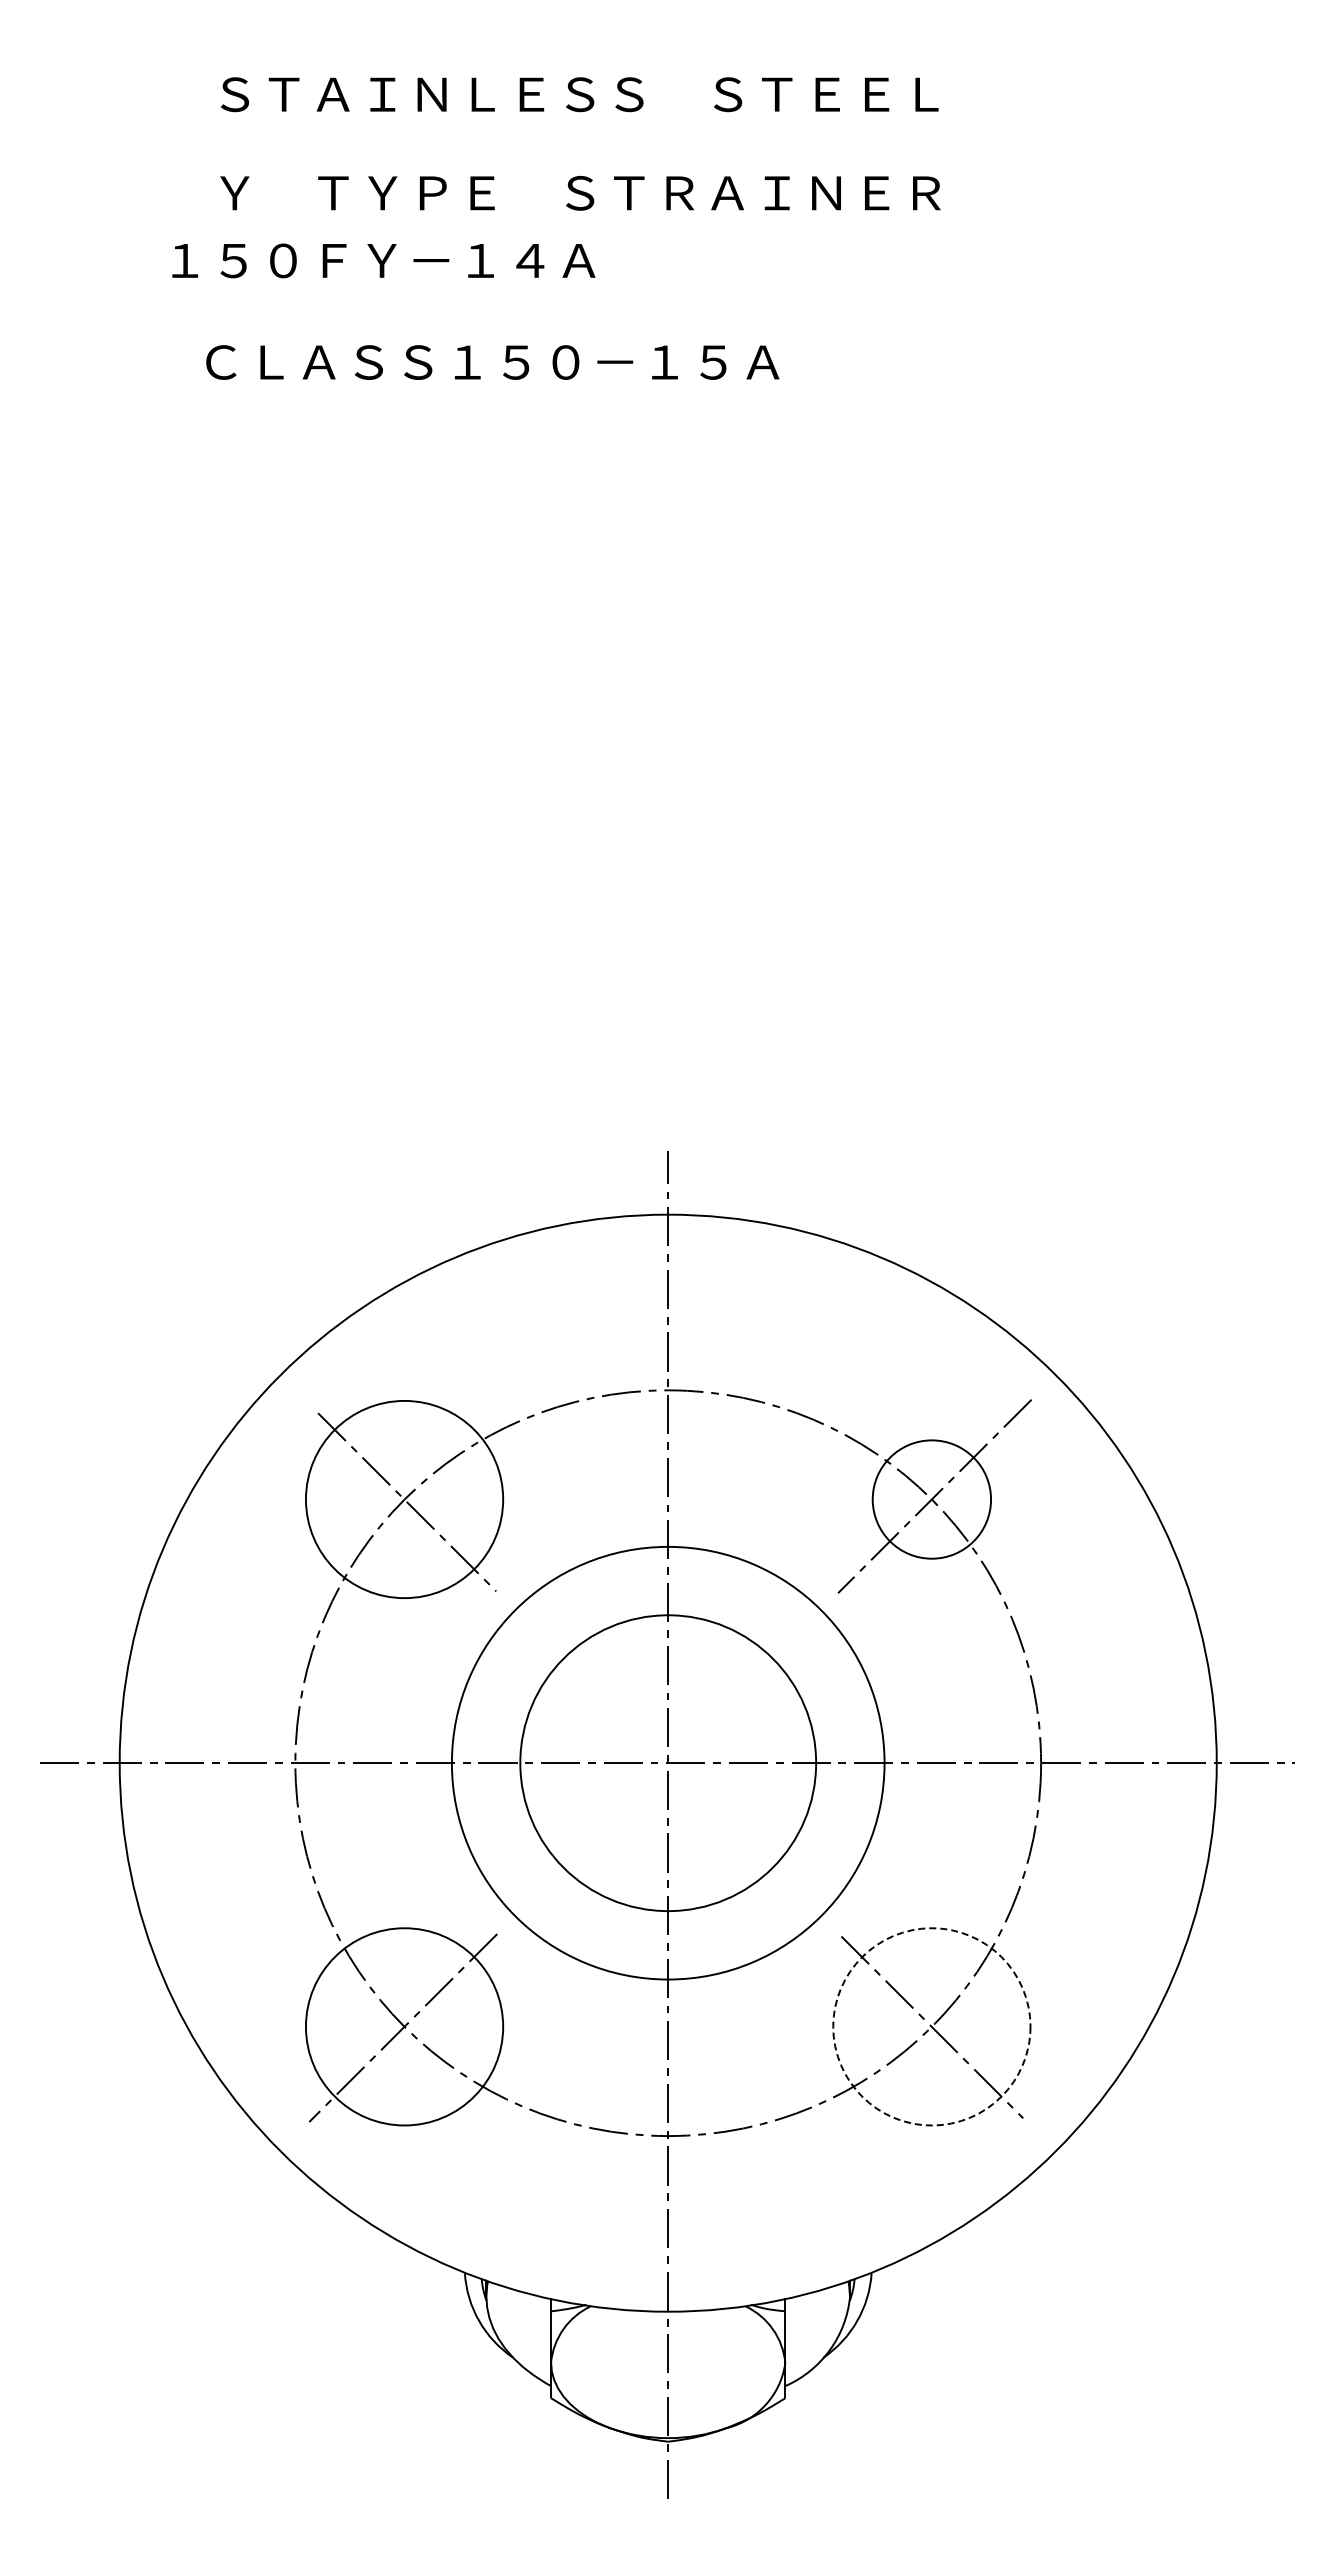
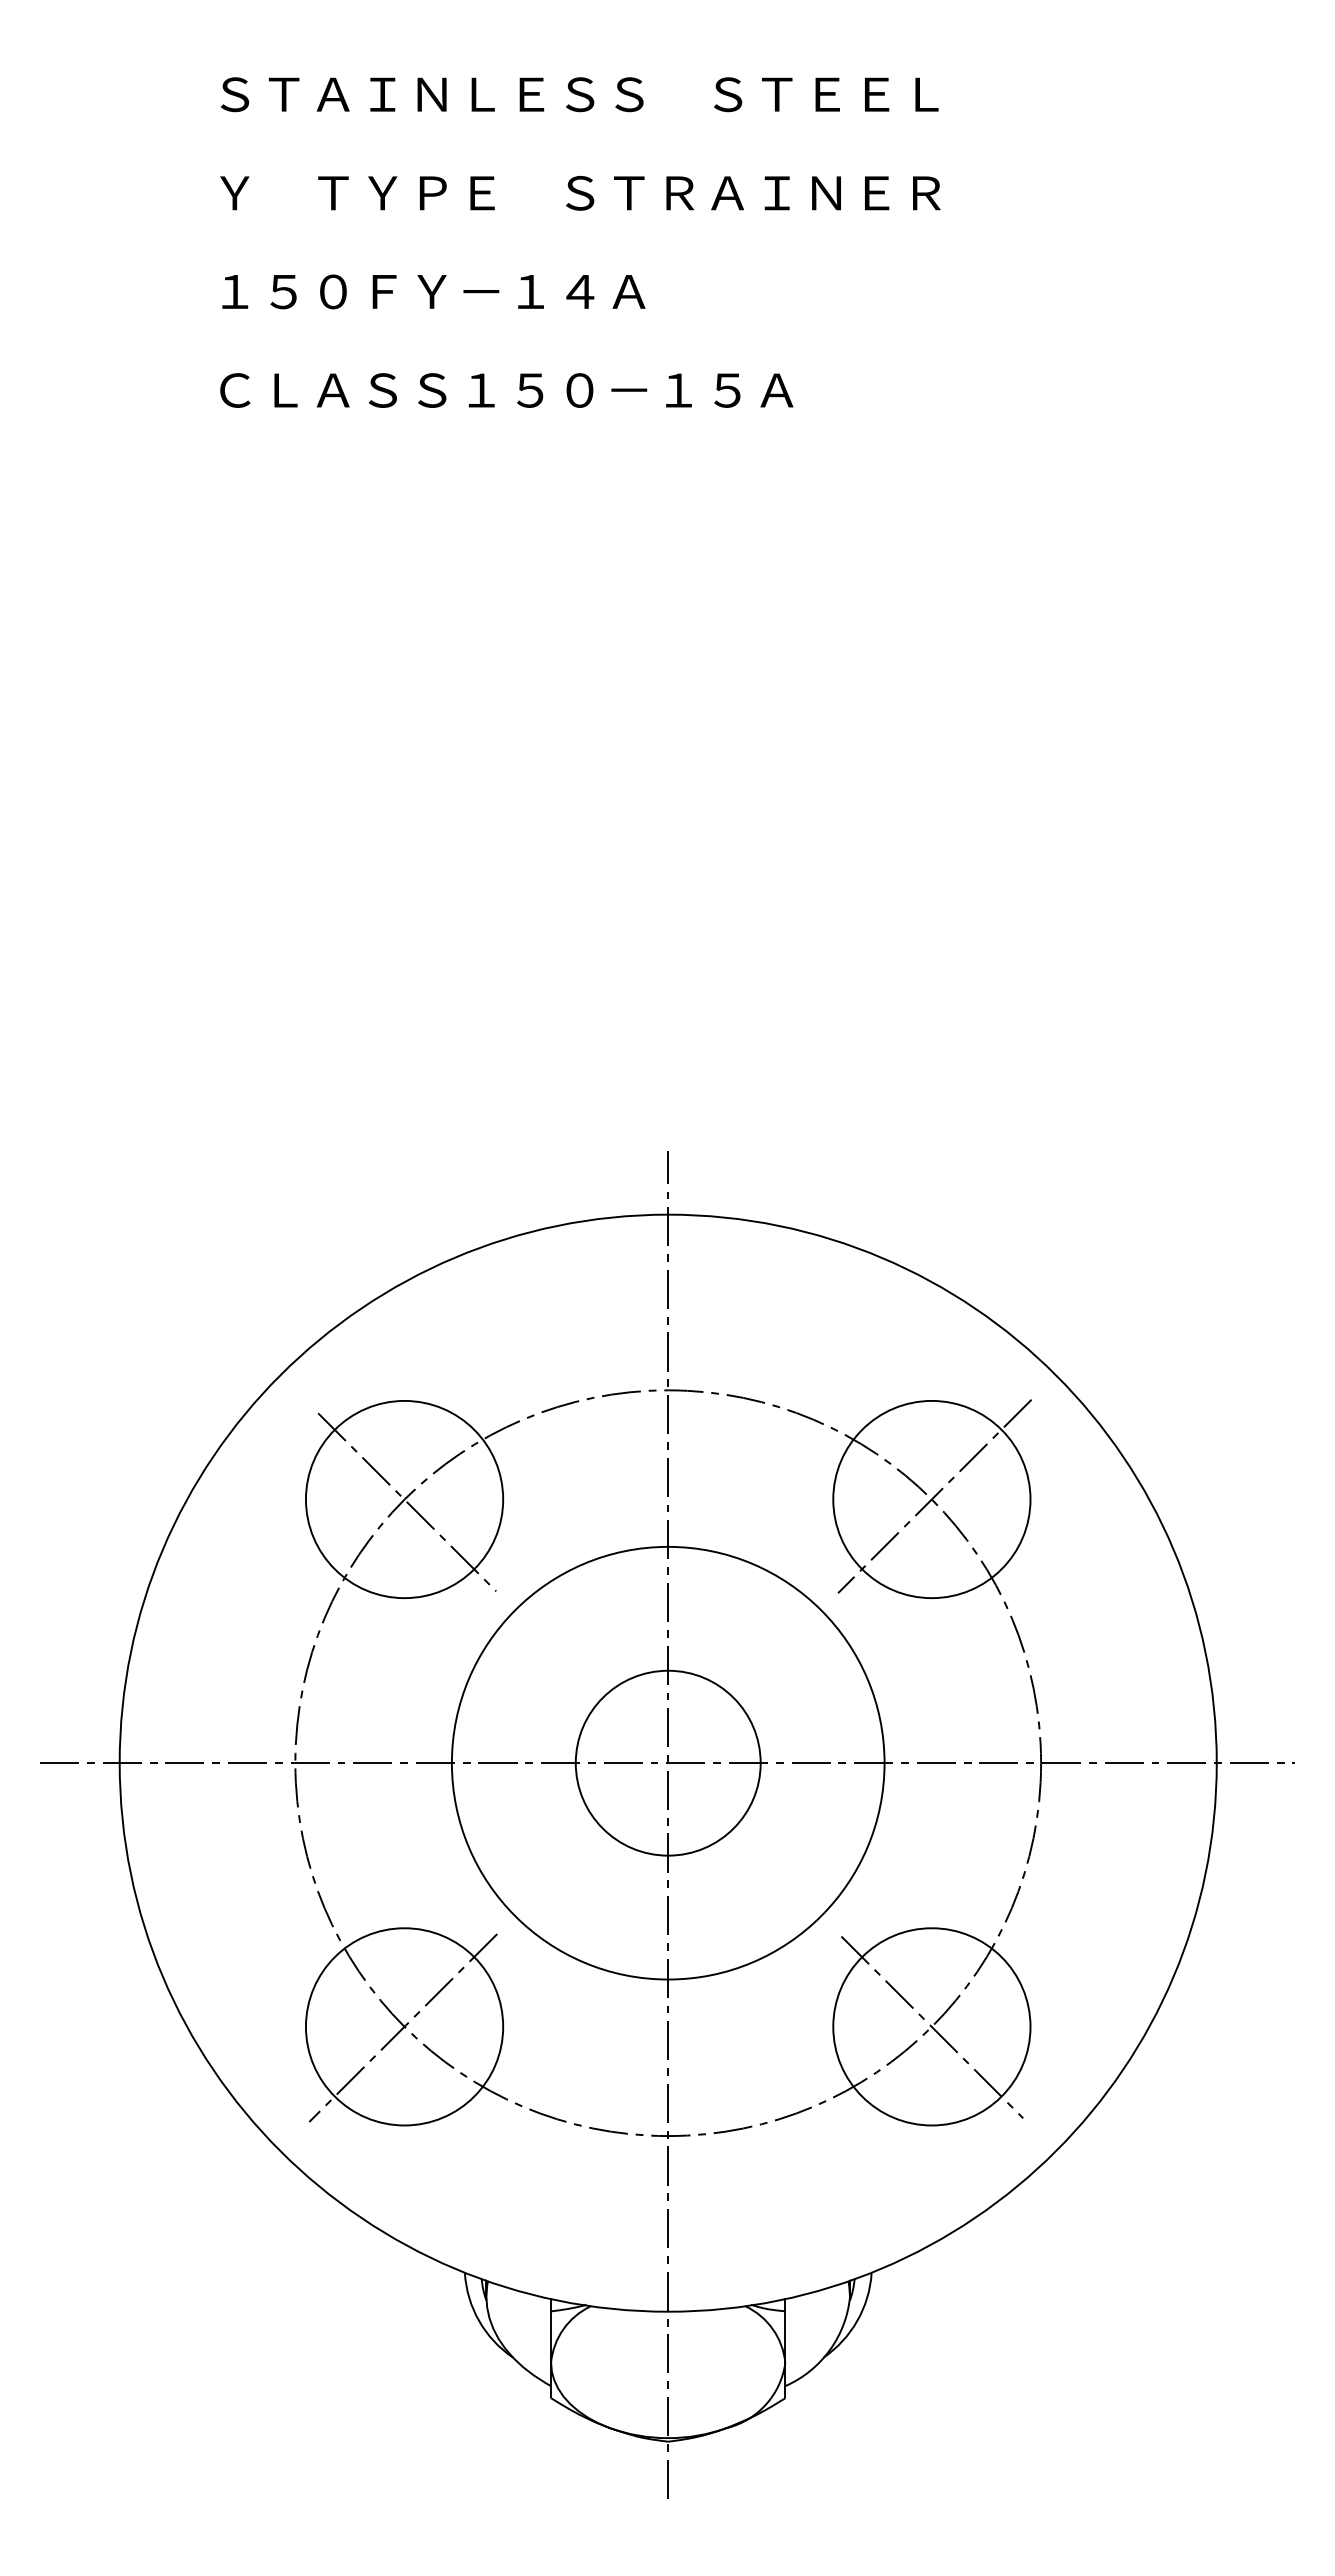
text at (383, 260) position: (383, 260) -> (433, 291)
text at (492, 362) position: (492, 362) -> (506, 390)
circle at (931, 1499) diameter: 118 px -> 197 px
circle at (668, 1763) diameter: 296 px -> 185 px
circle at (931, 2026): dashed -> solid
